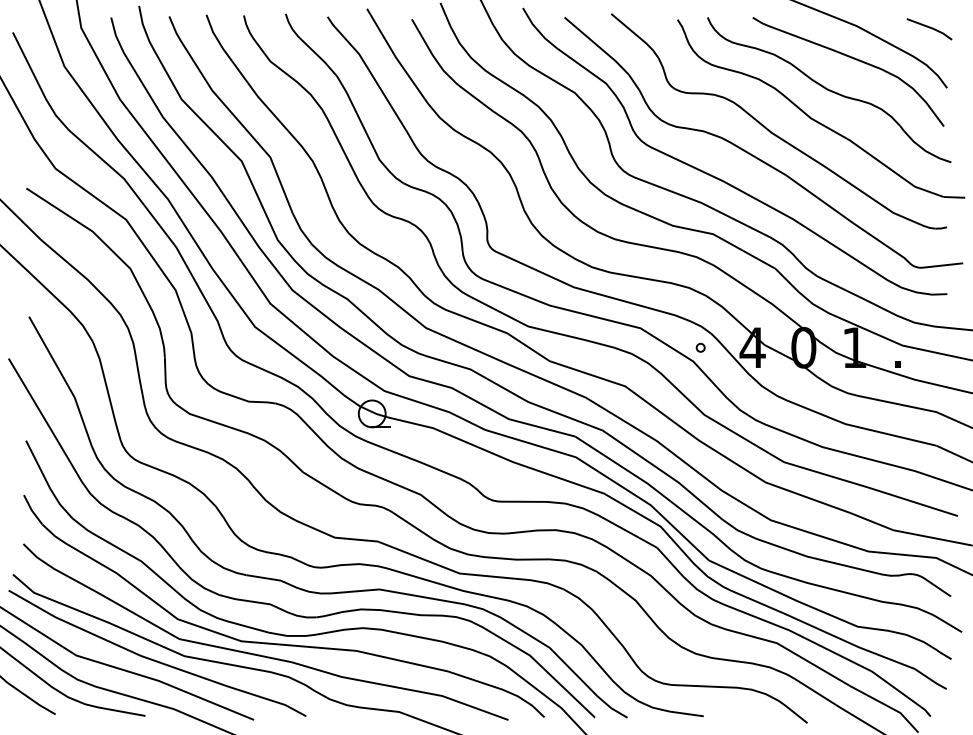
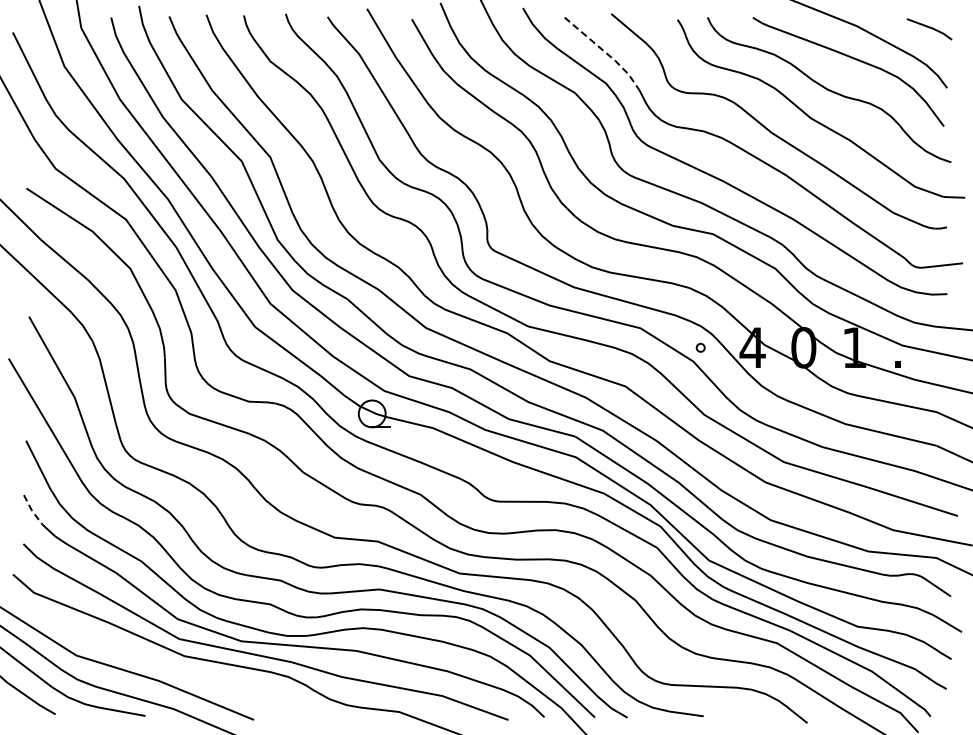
line at (605, 52): solid -> dashed
line at (31, 510): solid -> dashed
curve at (154, 659): present -> none
